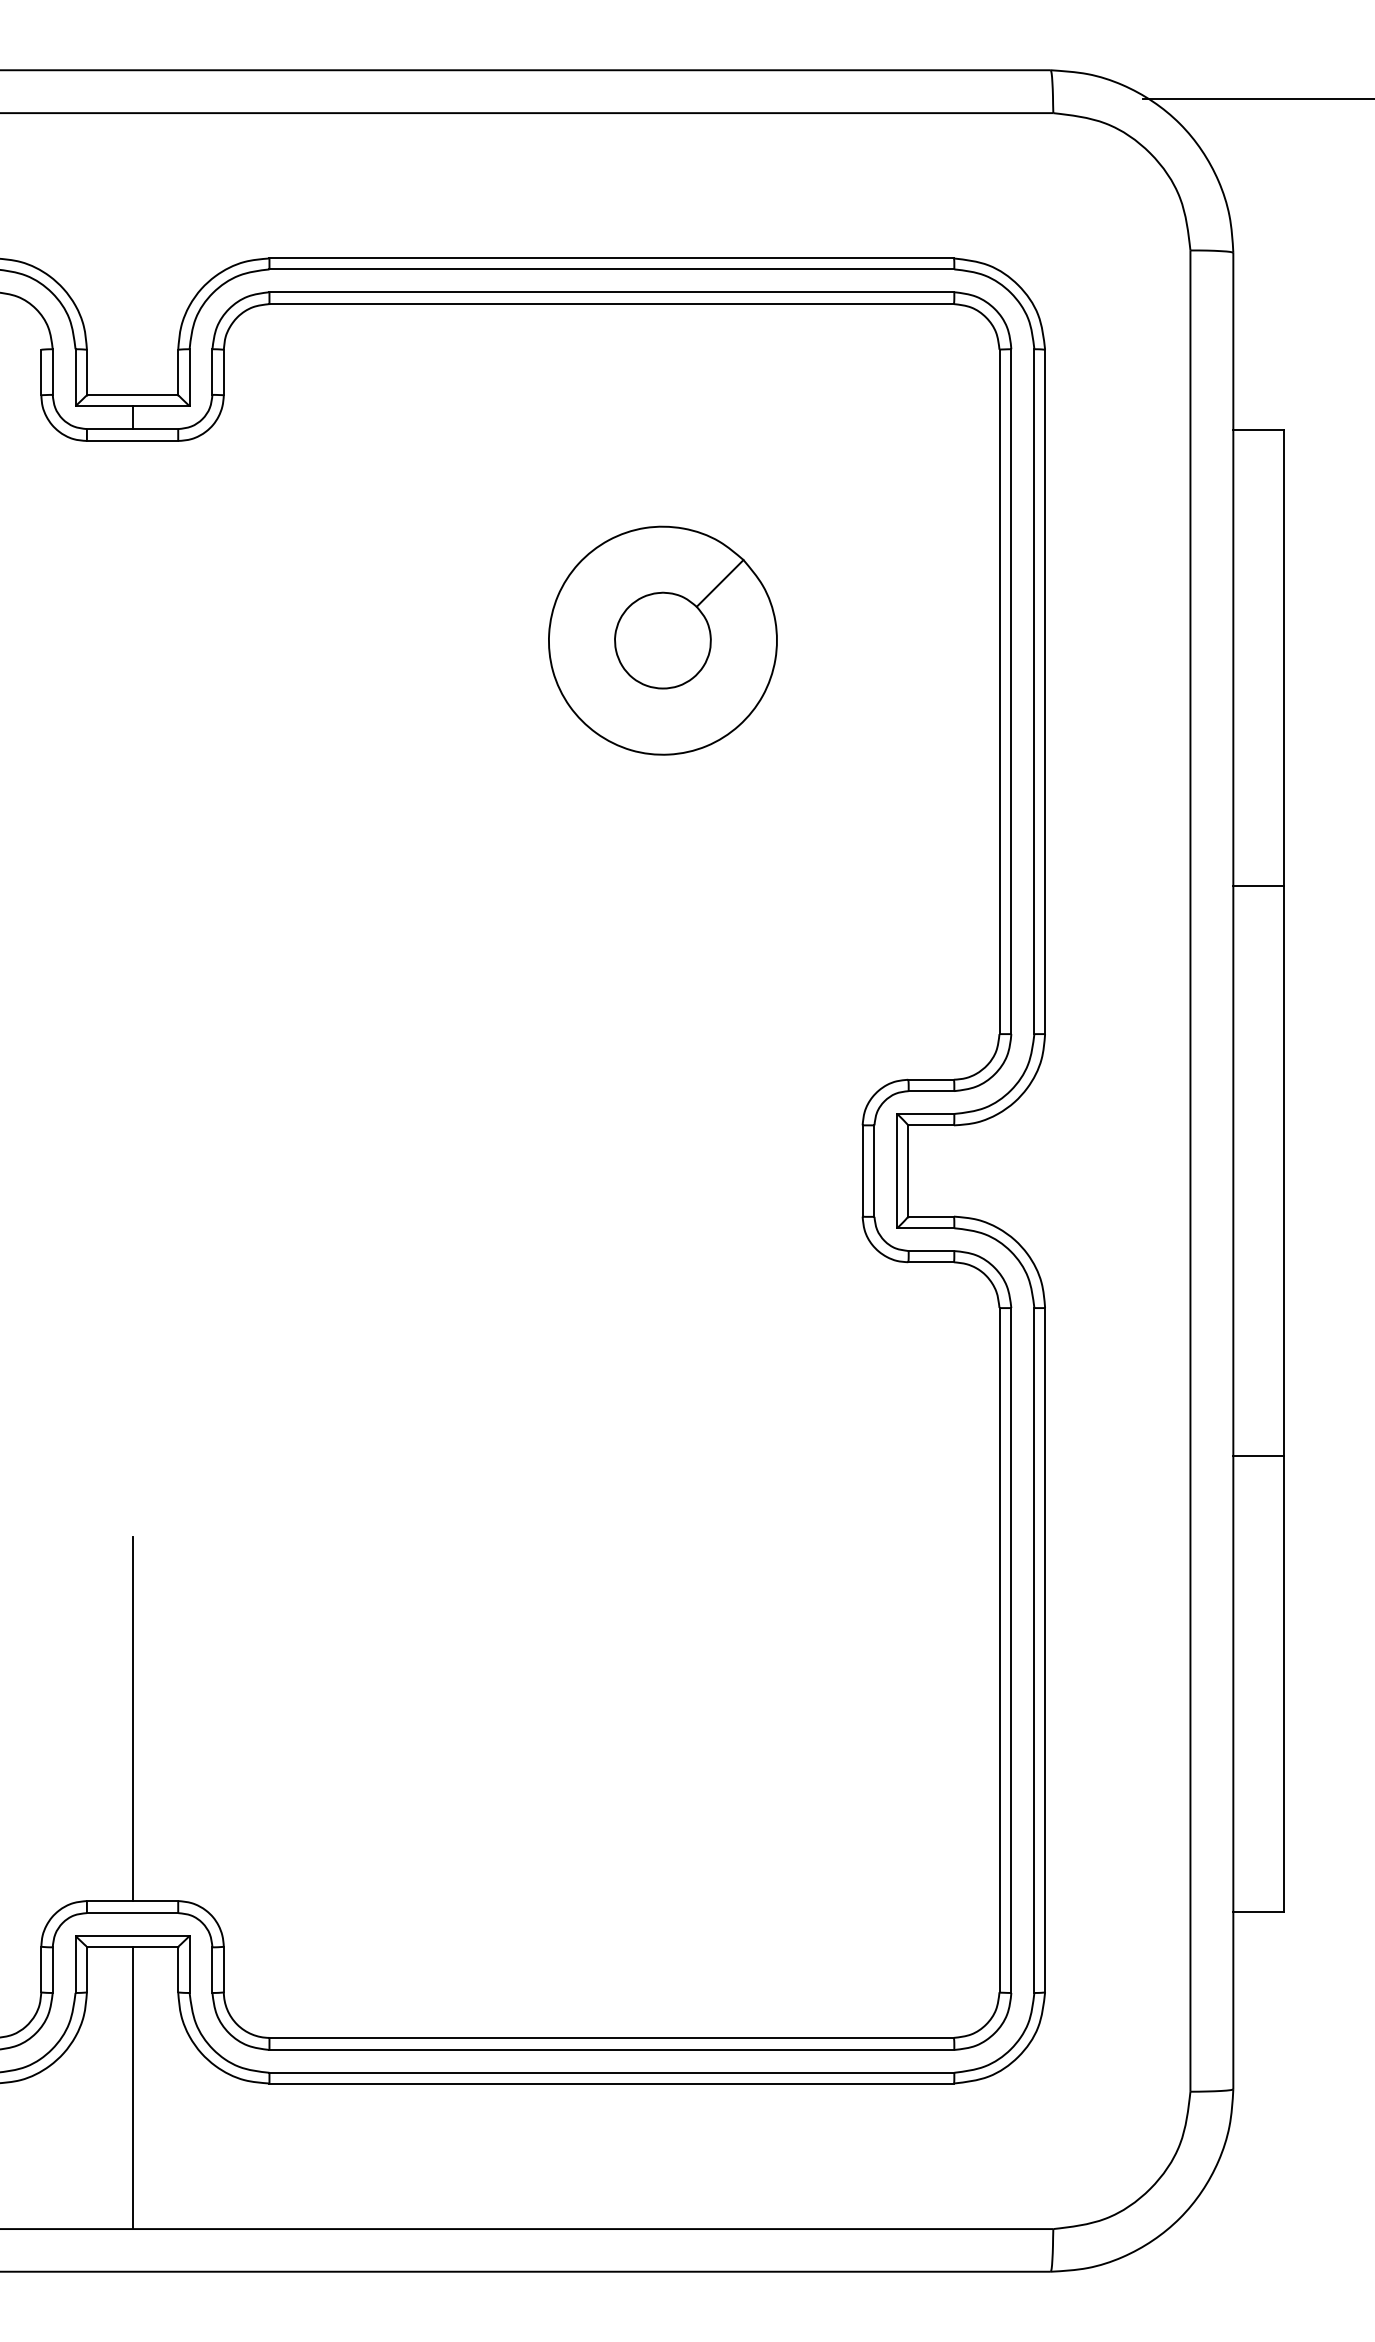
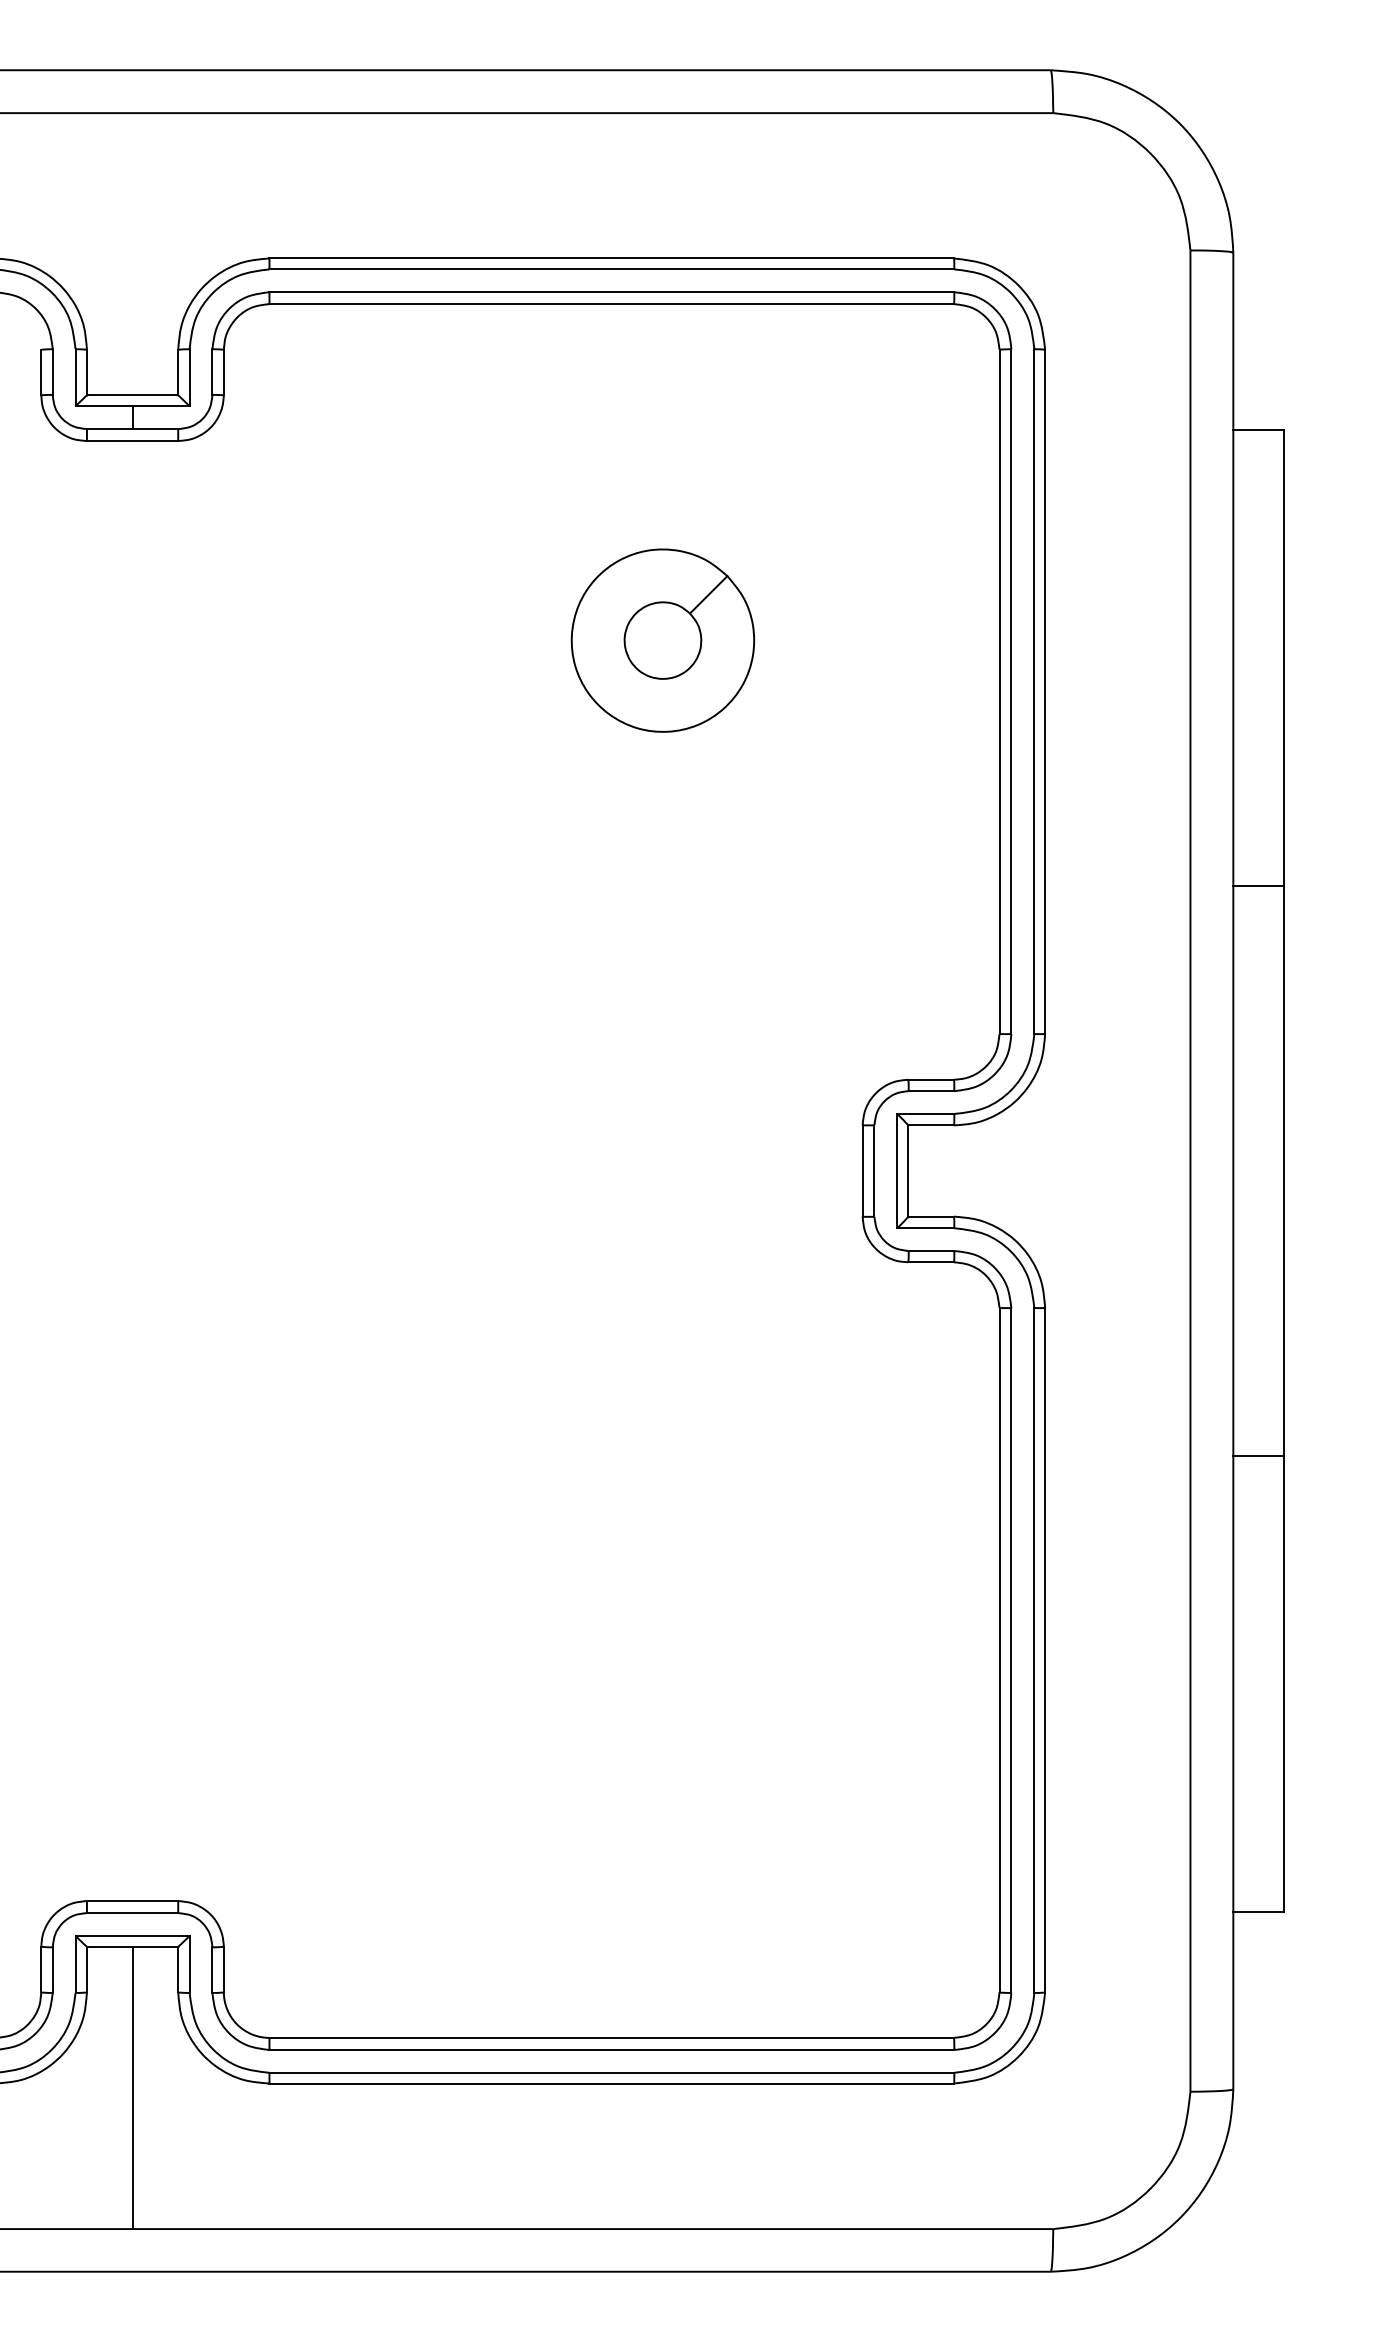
line at (1256, 98): present -> none
part at (662, 640) size: 230x231 px -> 185x185 px
line at (132, 1718): present -> none
